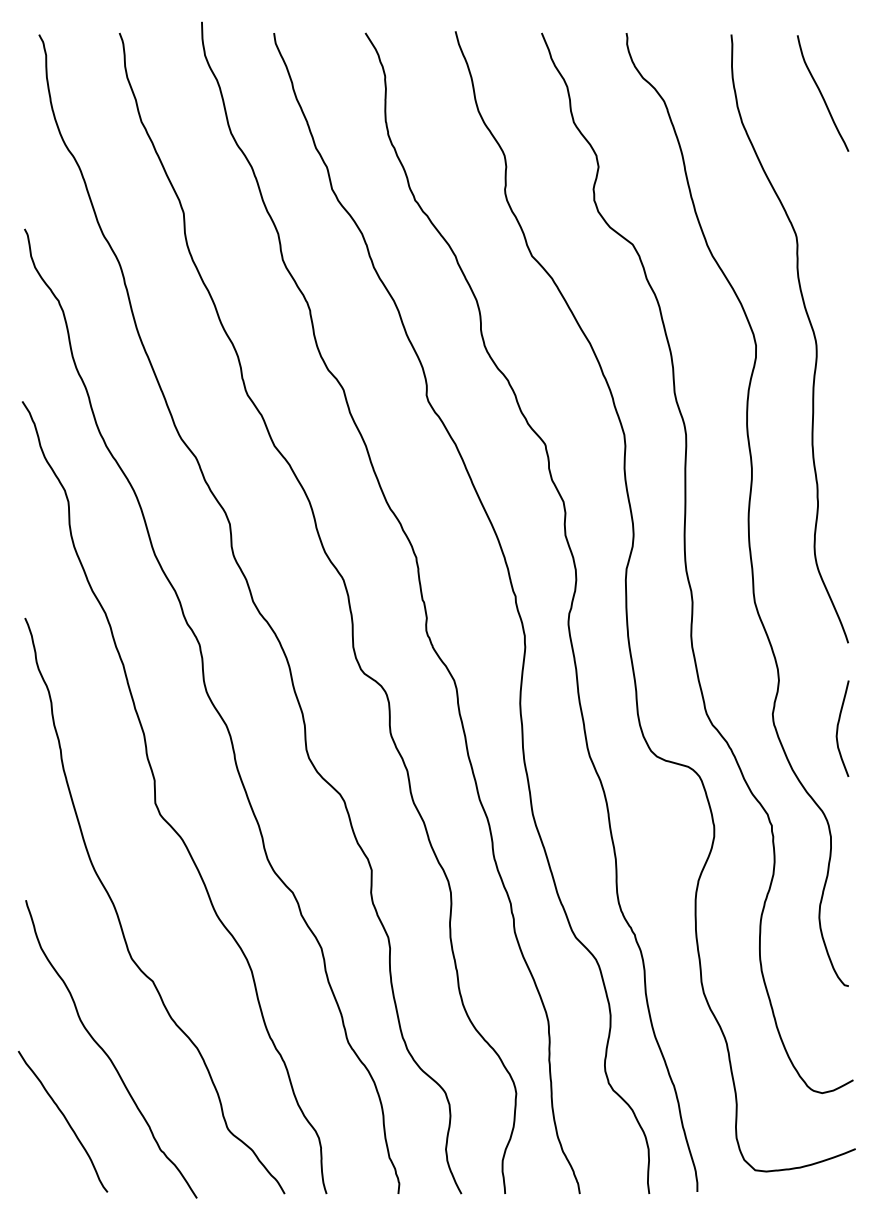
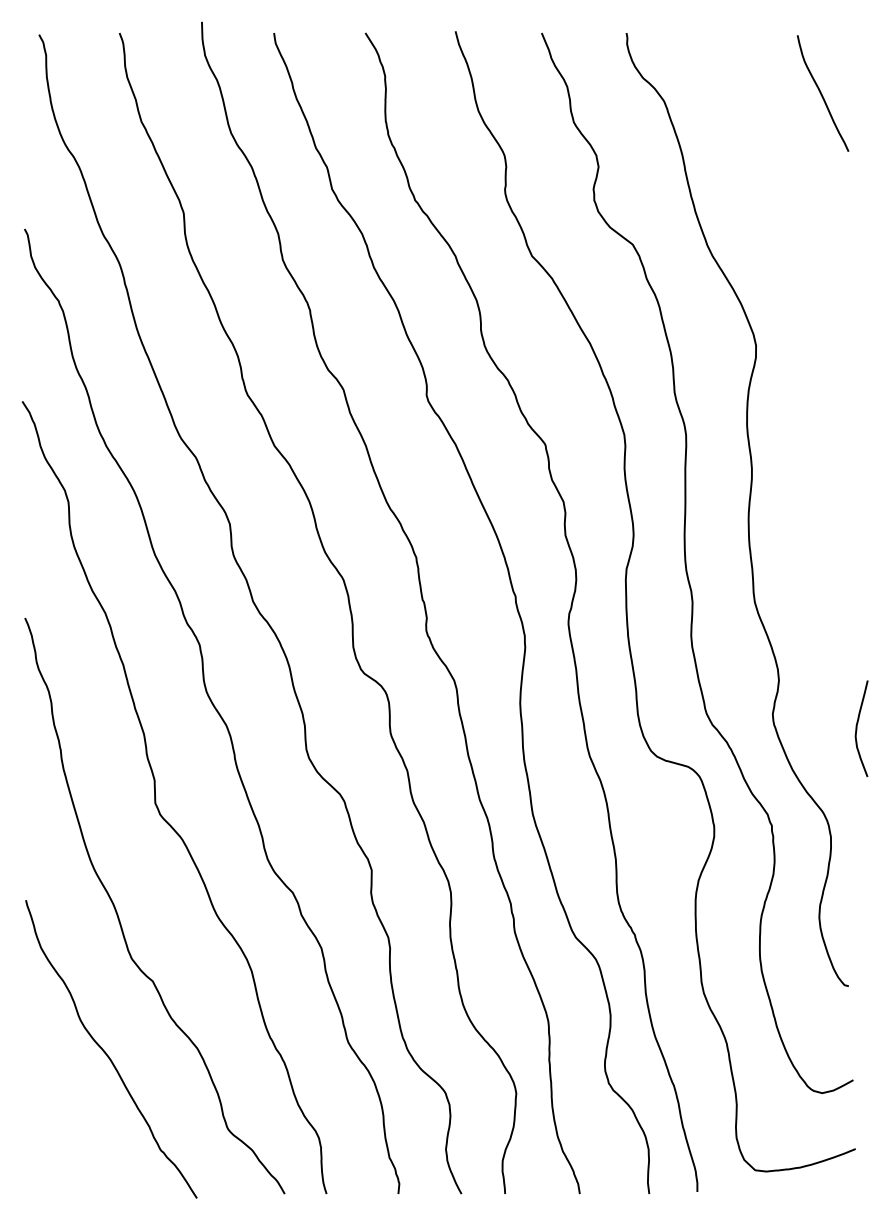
curve at (811, 329): present -> none
curve at (838, 728) position: (838, 728) -> (857, 728)
curve at (65, 1120): present -> none
